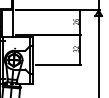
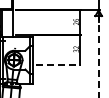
line at (98, 56): solid -> dashed
line at (58, 64): solid -> dashed
